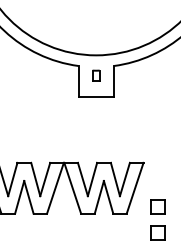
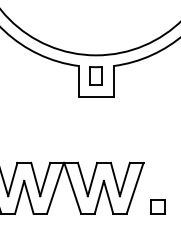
part at (96, 75) size: 9x13 px -> 14x20 px
part at (157, 232): present -> none
